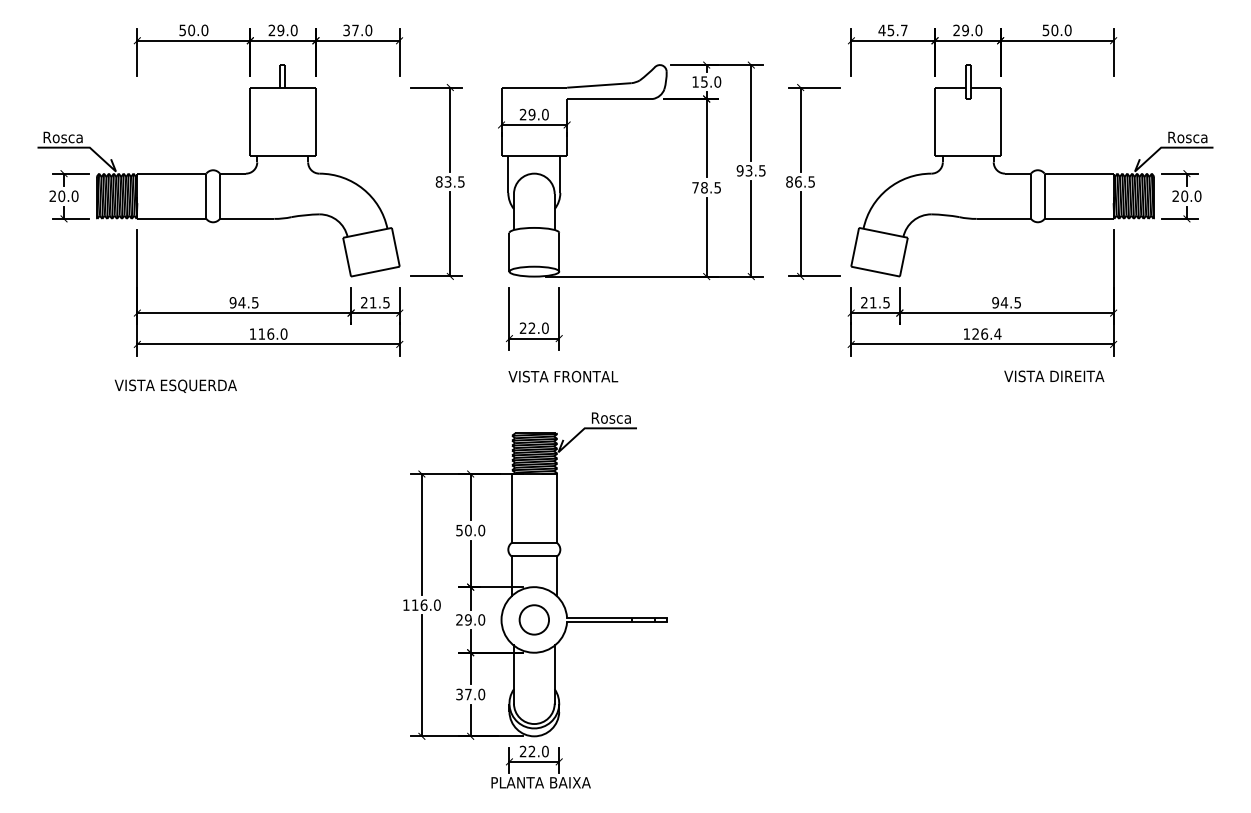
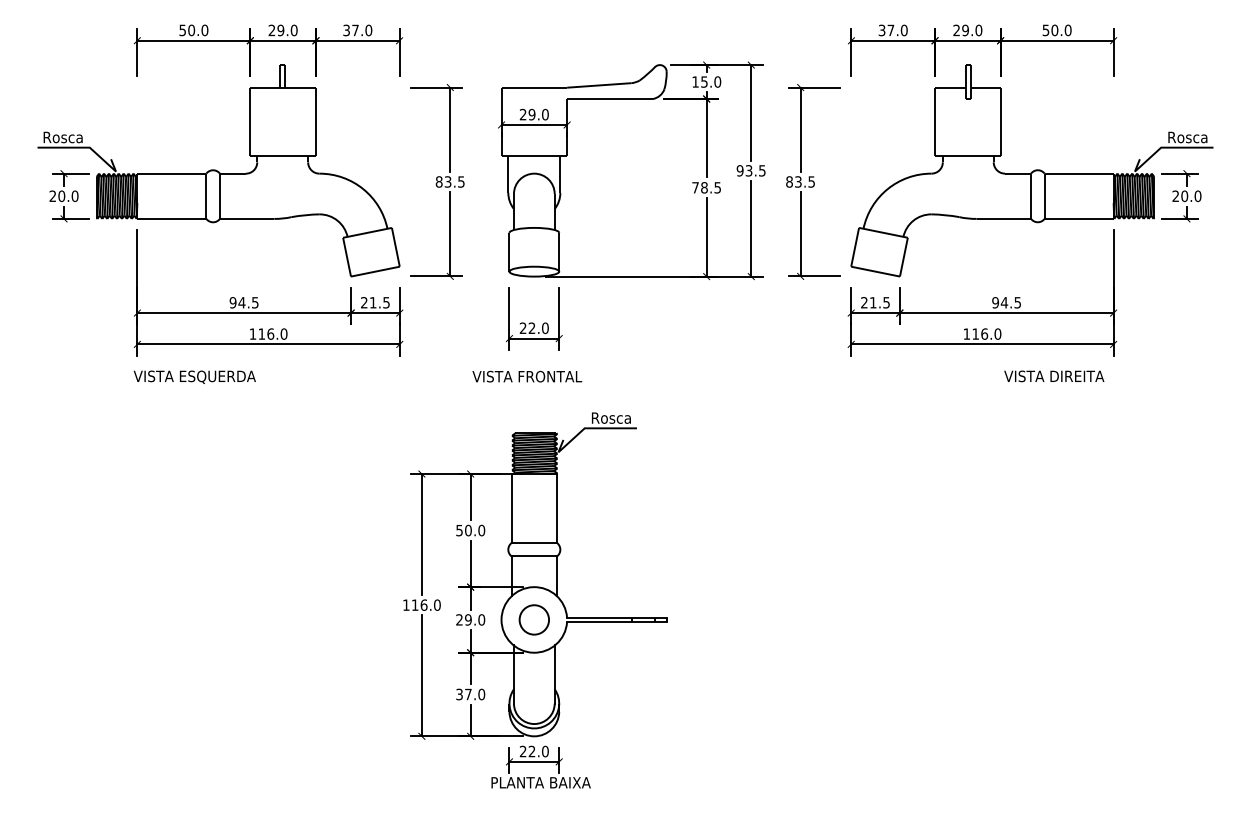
text at (892, 30): 45.7 -> 37.0
text at (798, 181): 86.5 -> 83.5
text at (986, 333): 126.4 -> 116.0
text at (563, 376) position: (563, 376) -> (527, 376)
text at (175, 385) position: (175, 385) -> (194, 376)
